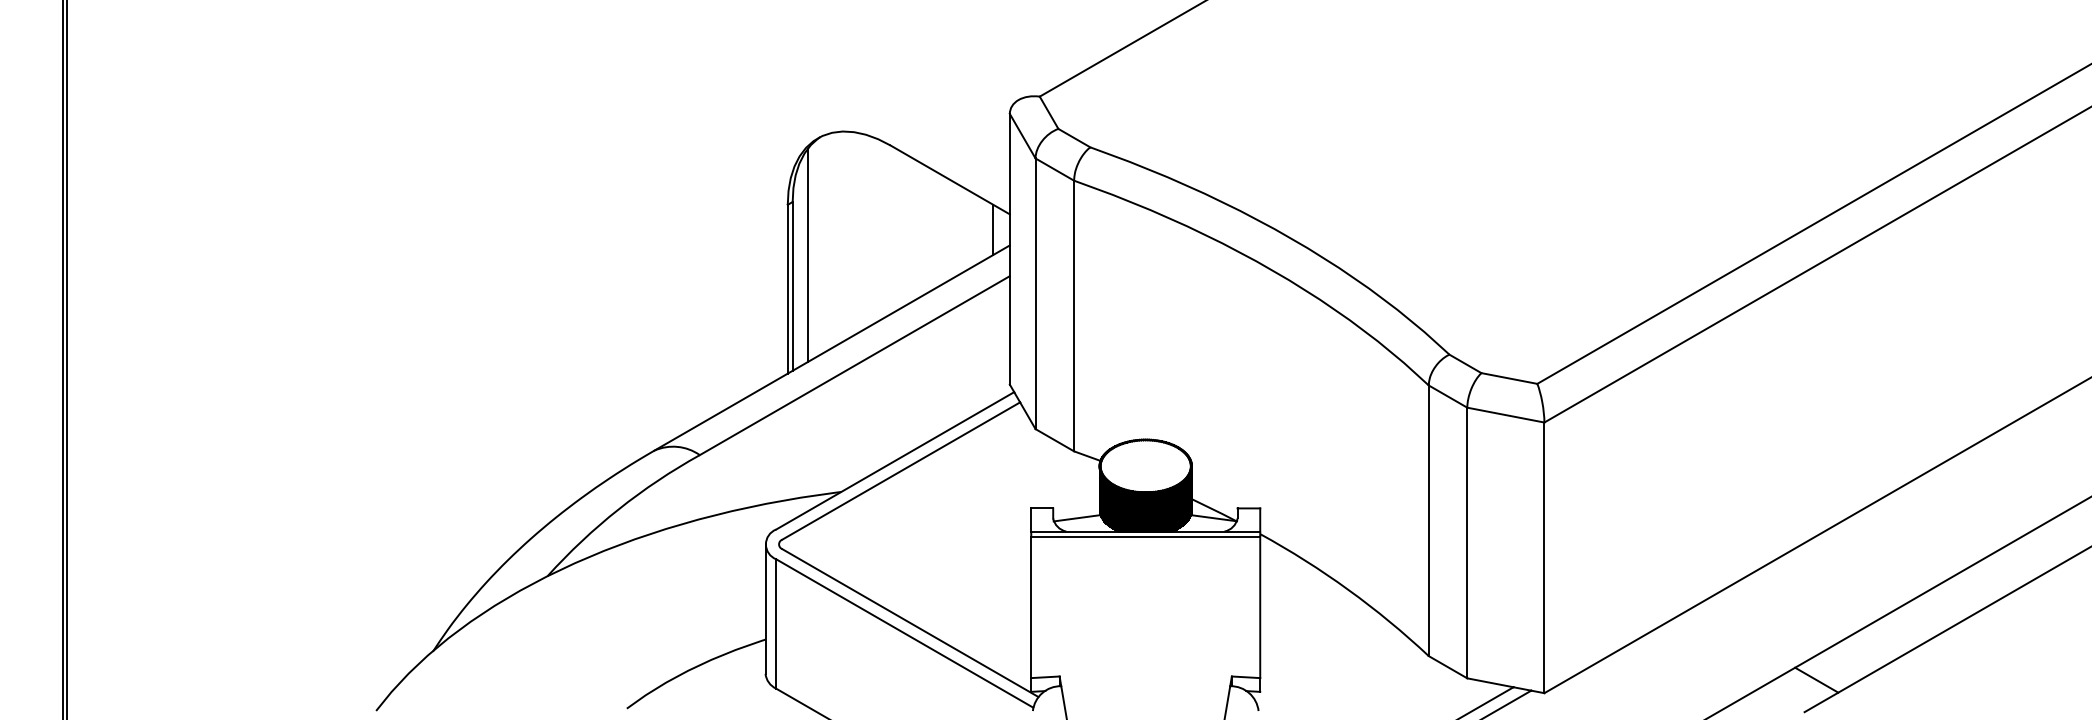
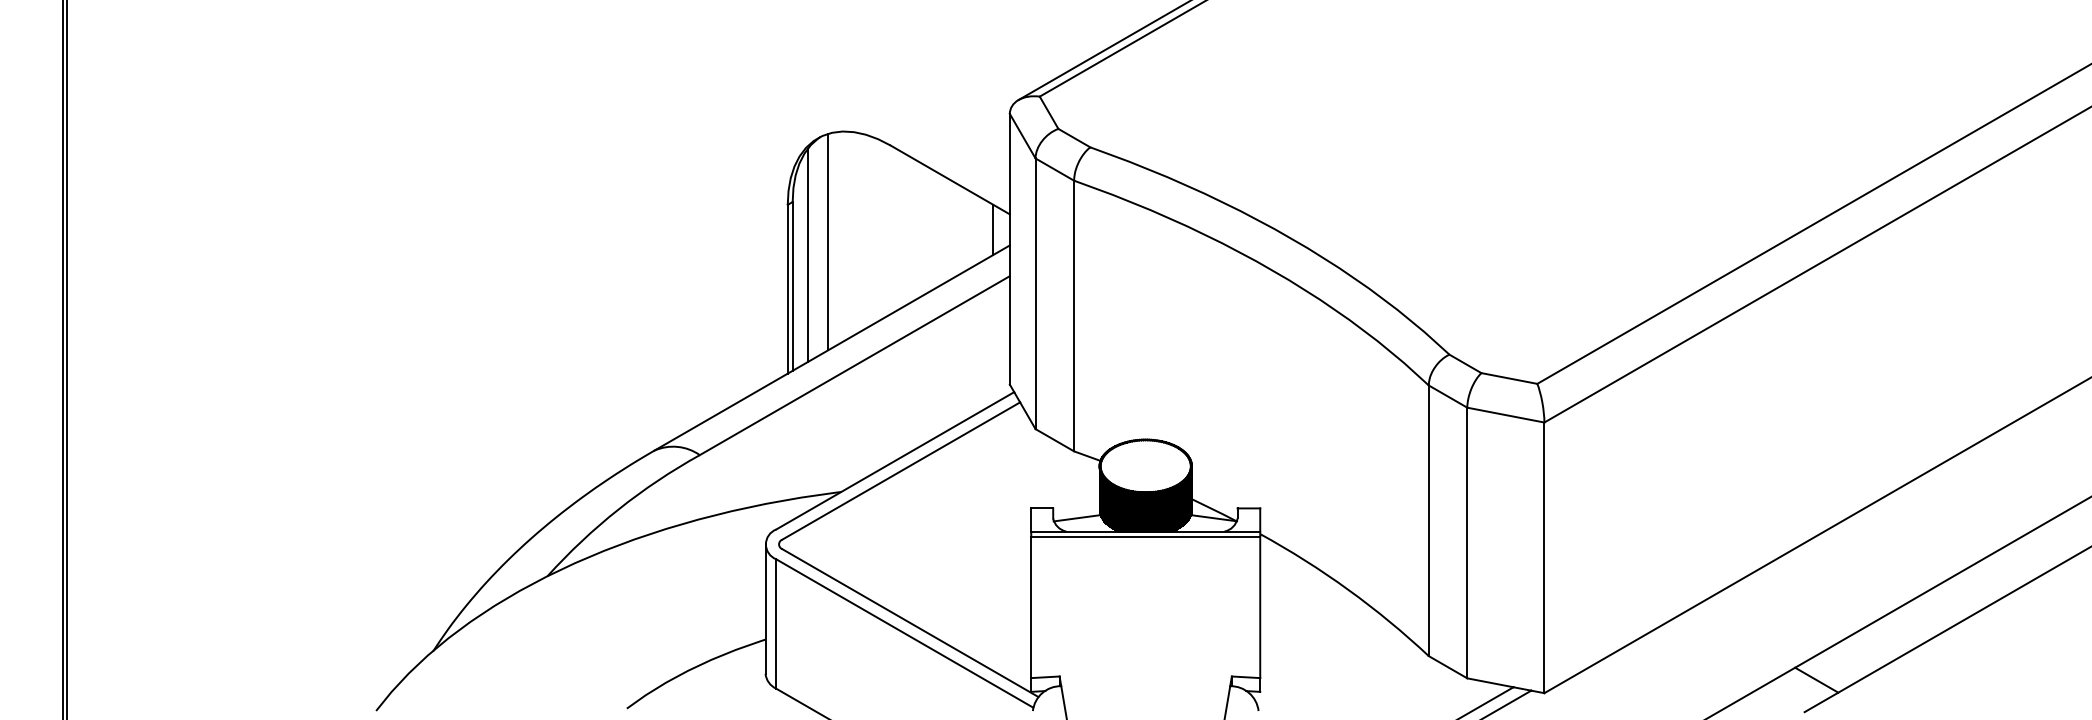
line at (1102, 51): none -> present
line at (827, 241): none -> present
